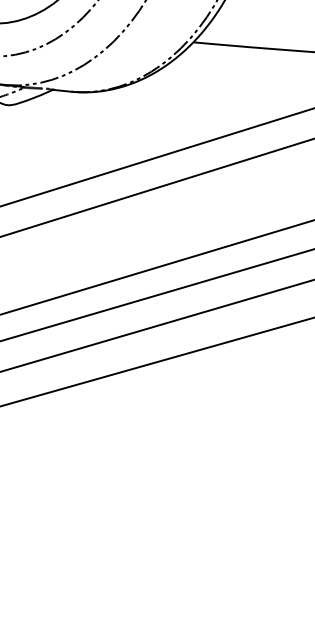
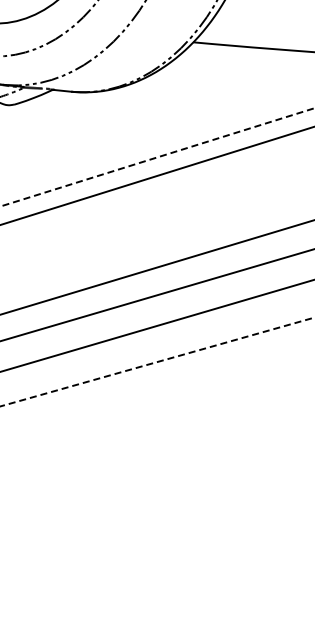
line at (157, 157): solid -> dashed
line at (156, 187) position: (156, 187) -> (156, 175)
line at (157, 362): solid -> dashed
